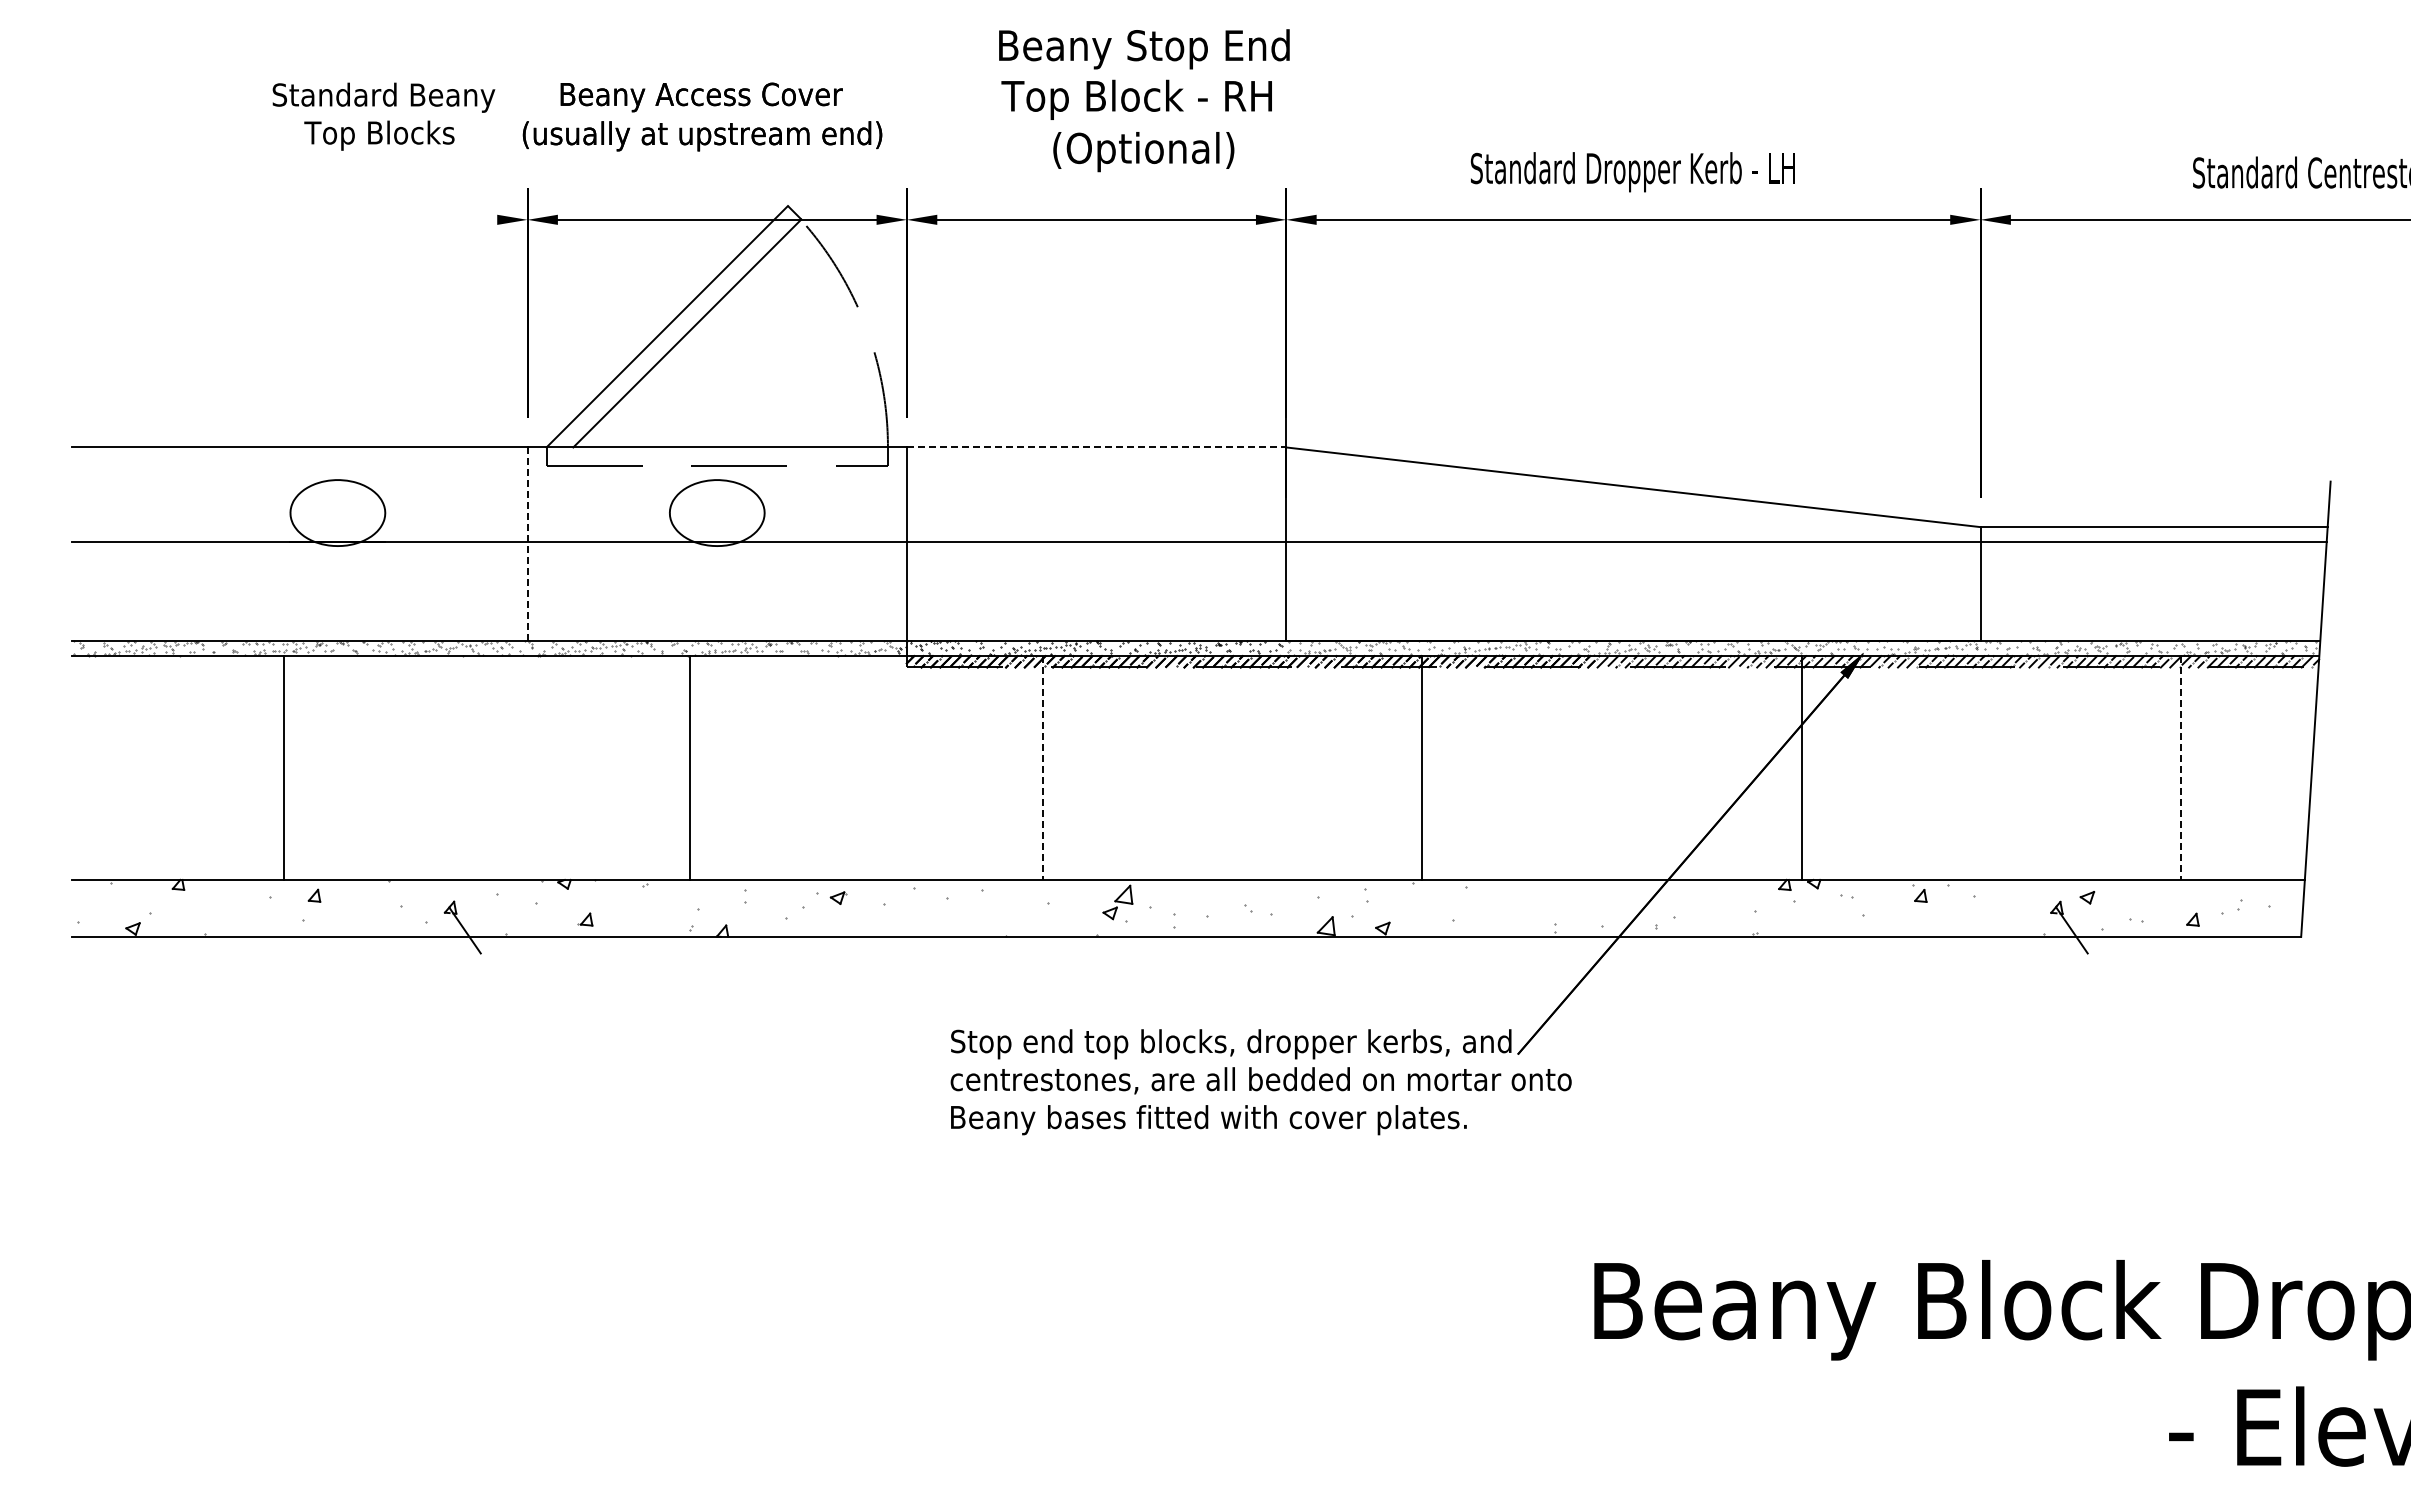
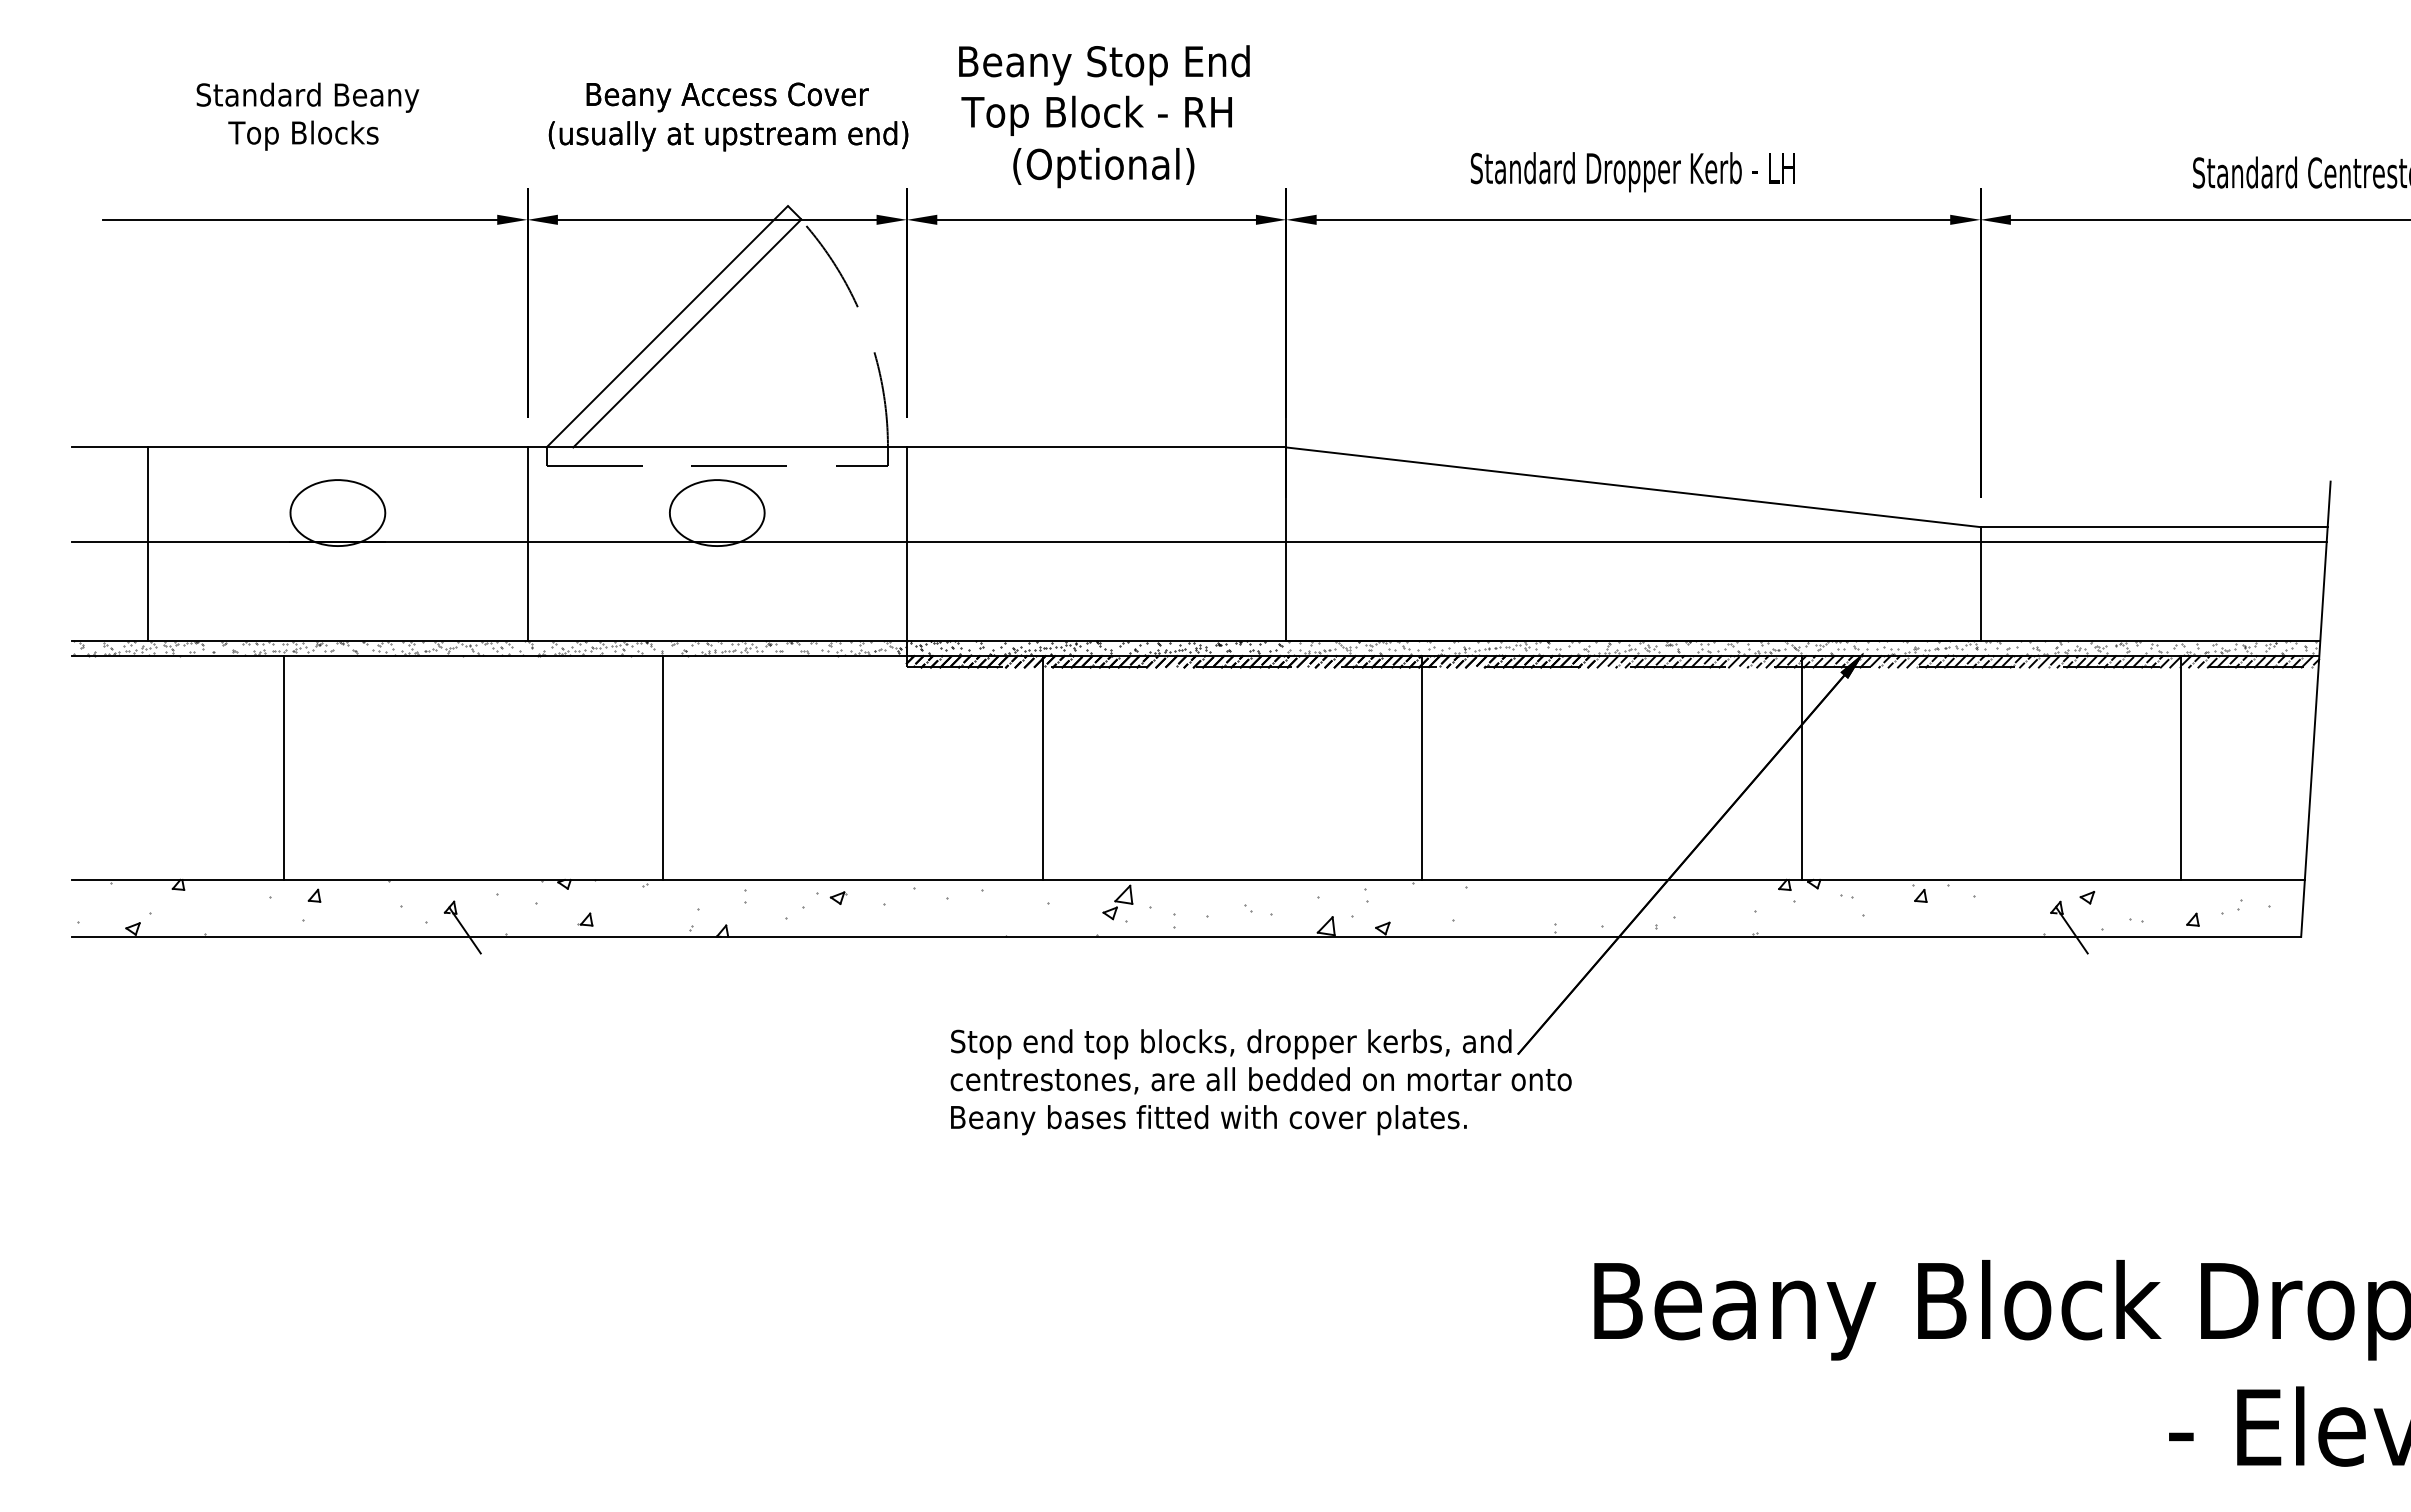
text at (1144, 100) position: (1144, 100) -> (1104, 116)
text at (383, 116) position: (383, 116) -> (307, 116)
text at (702, 116) position: (702, 116) -> (728, 116)
line at (299, 219): none -> present
line at (1096, 447): dashed -> solid
line at (148, 543): none -> present
line at (527, 544): dashed -> solid
line at (690, 767) position: (690, 767) -> (663, 767)
line at (1042, 768): dashed -> solid
line at (2180, 768): dashed -> solid
